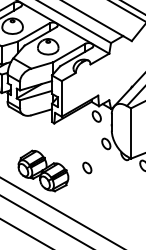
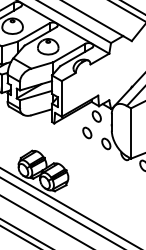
part at (87, 167) position: (87, 167) -> (87, 132)
line at (69, 207): none -> present
line at (19, 236): none -> present
